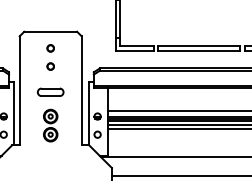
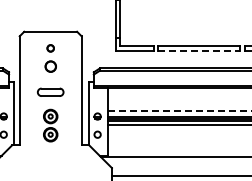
line at (199, 50): solid -> dashed
part at (50, 66) size: 9x9 px -> 13x13 px
line at (180, 110): solid -> dashed
line at (178, 128): present -> none
